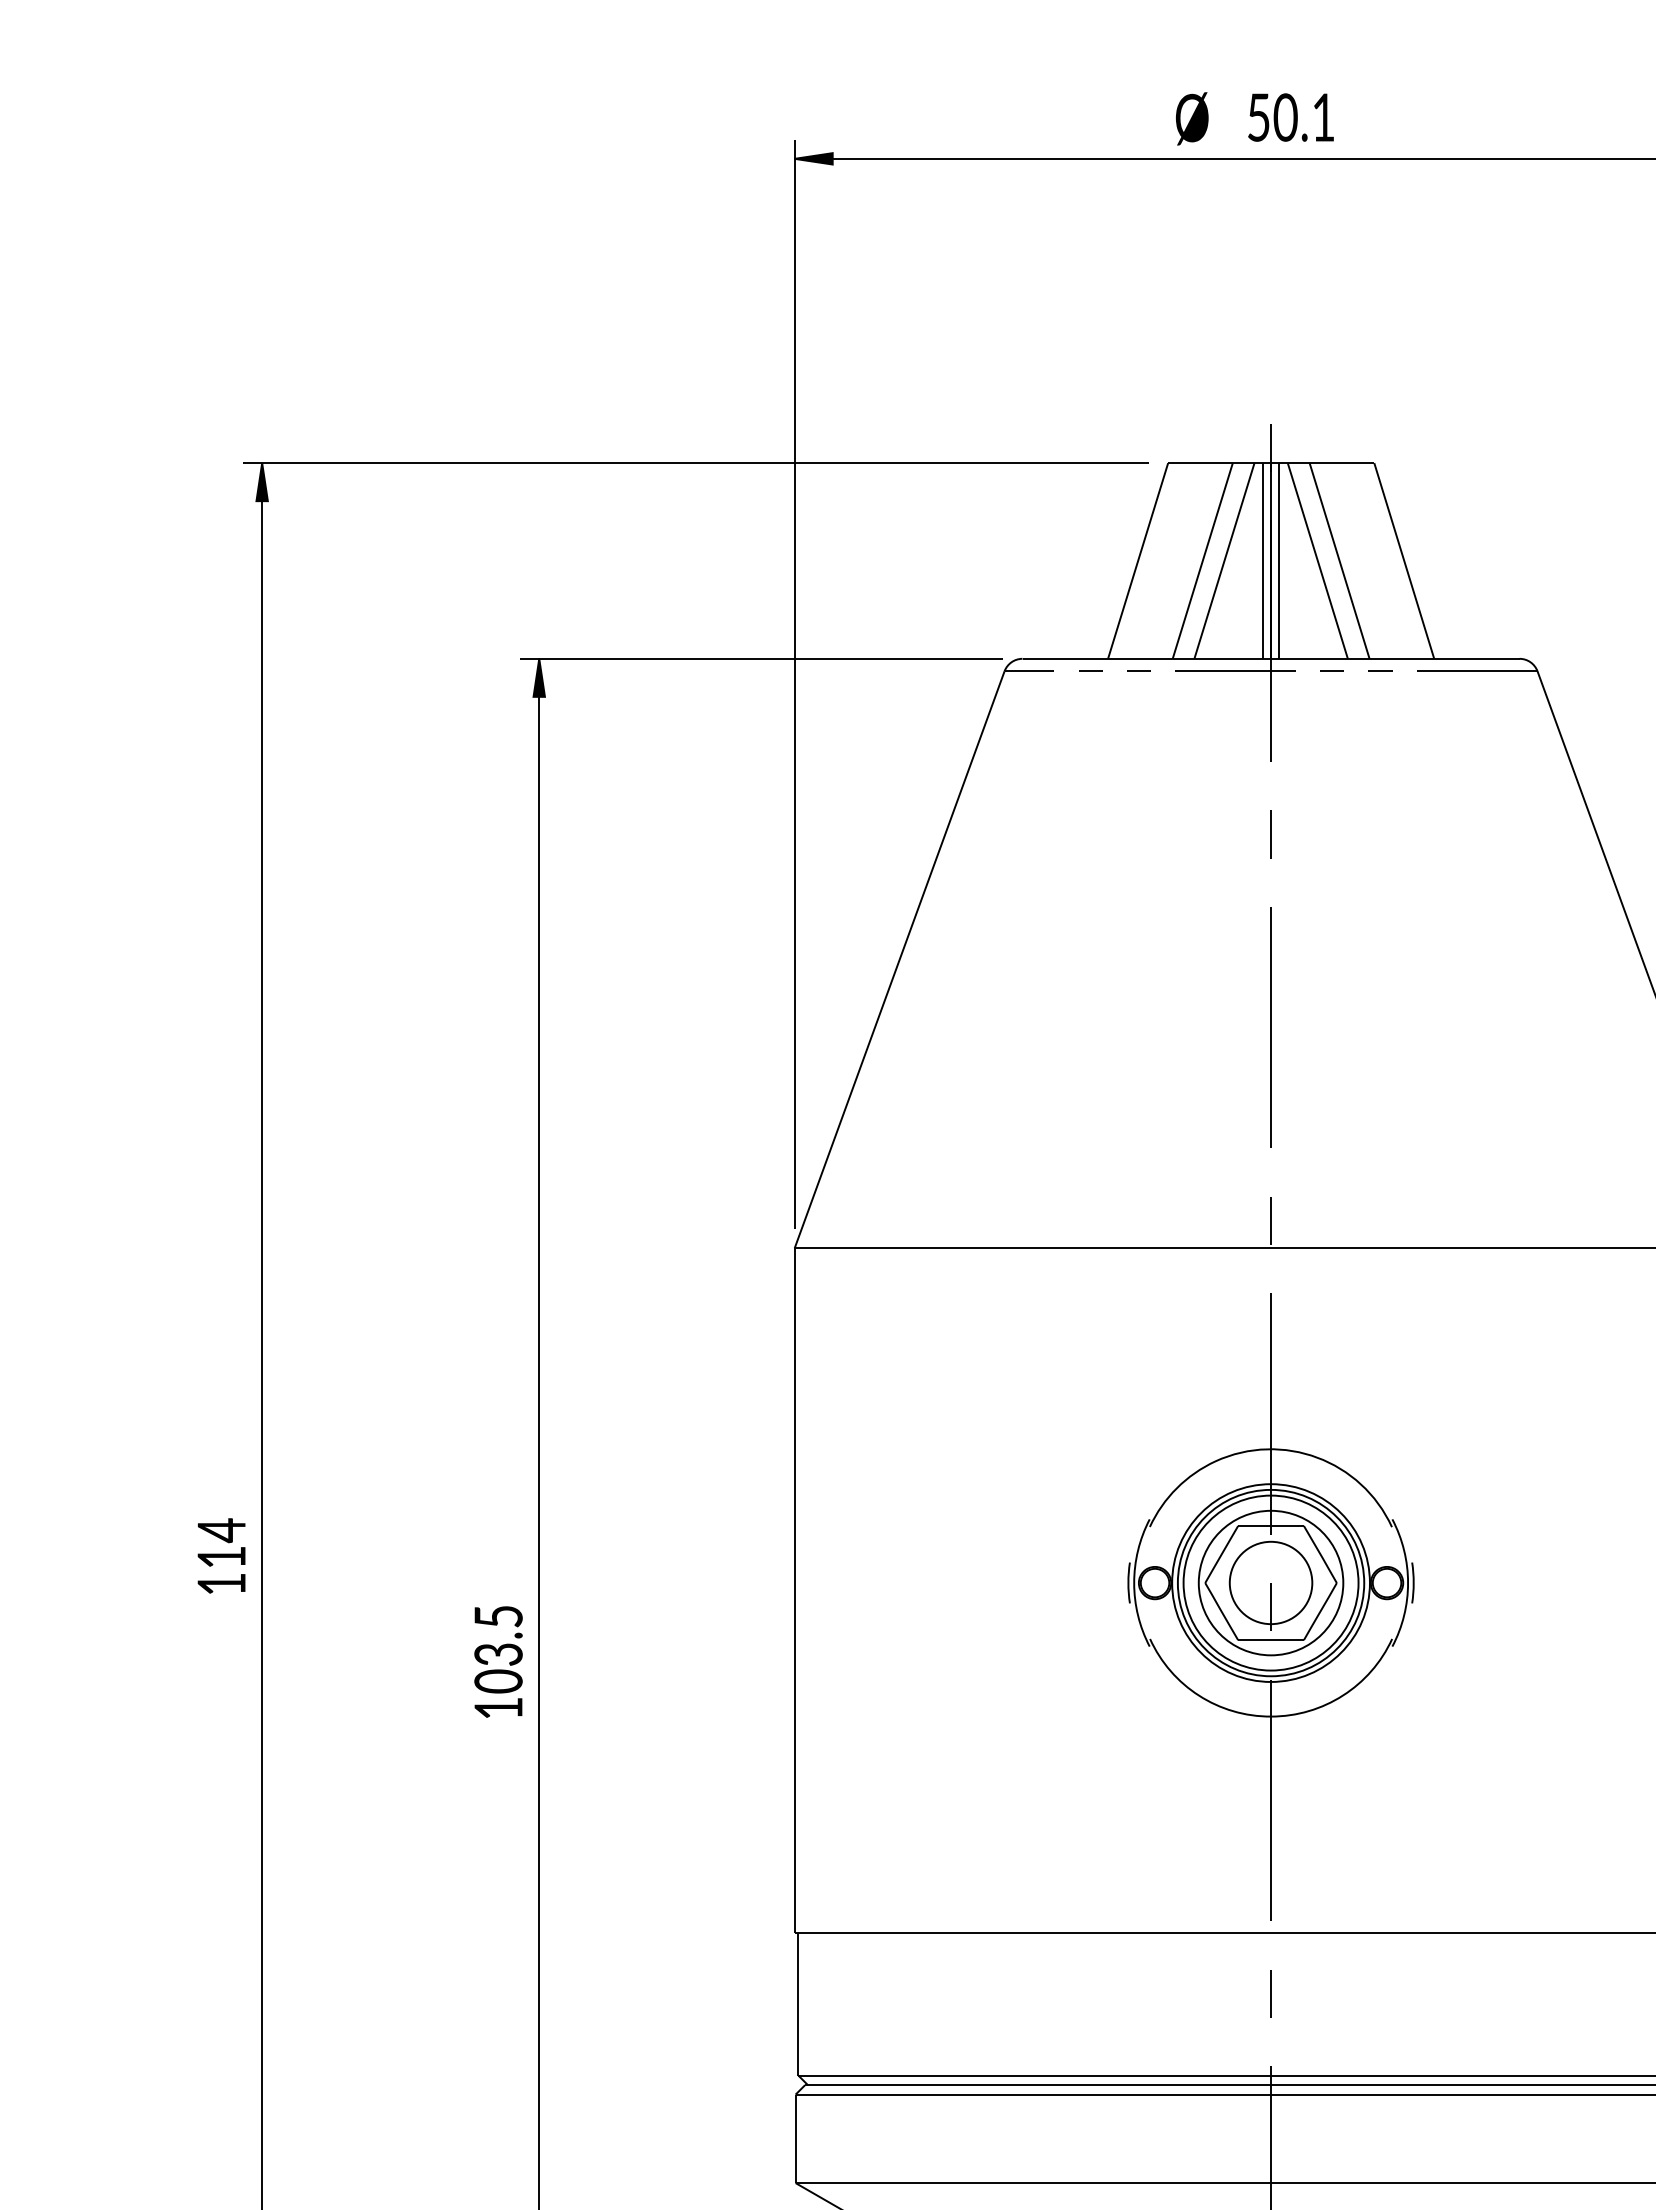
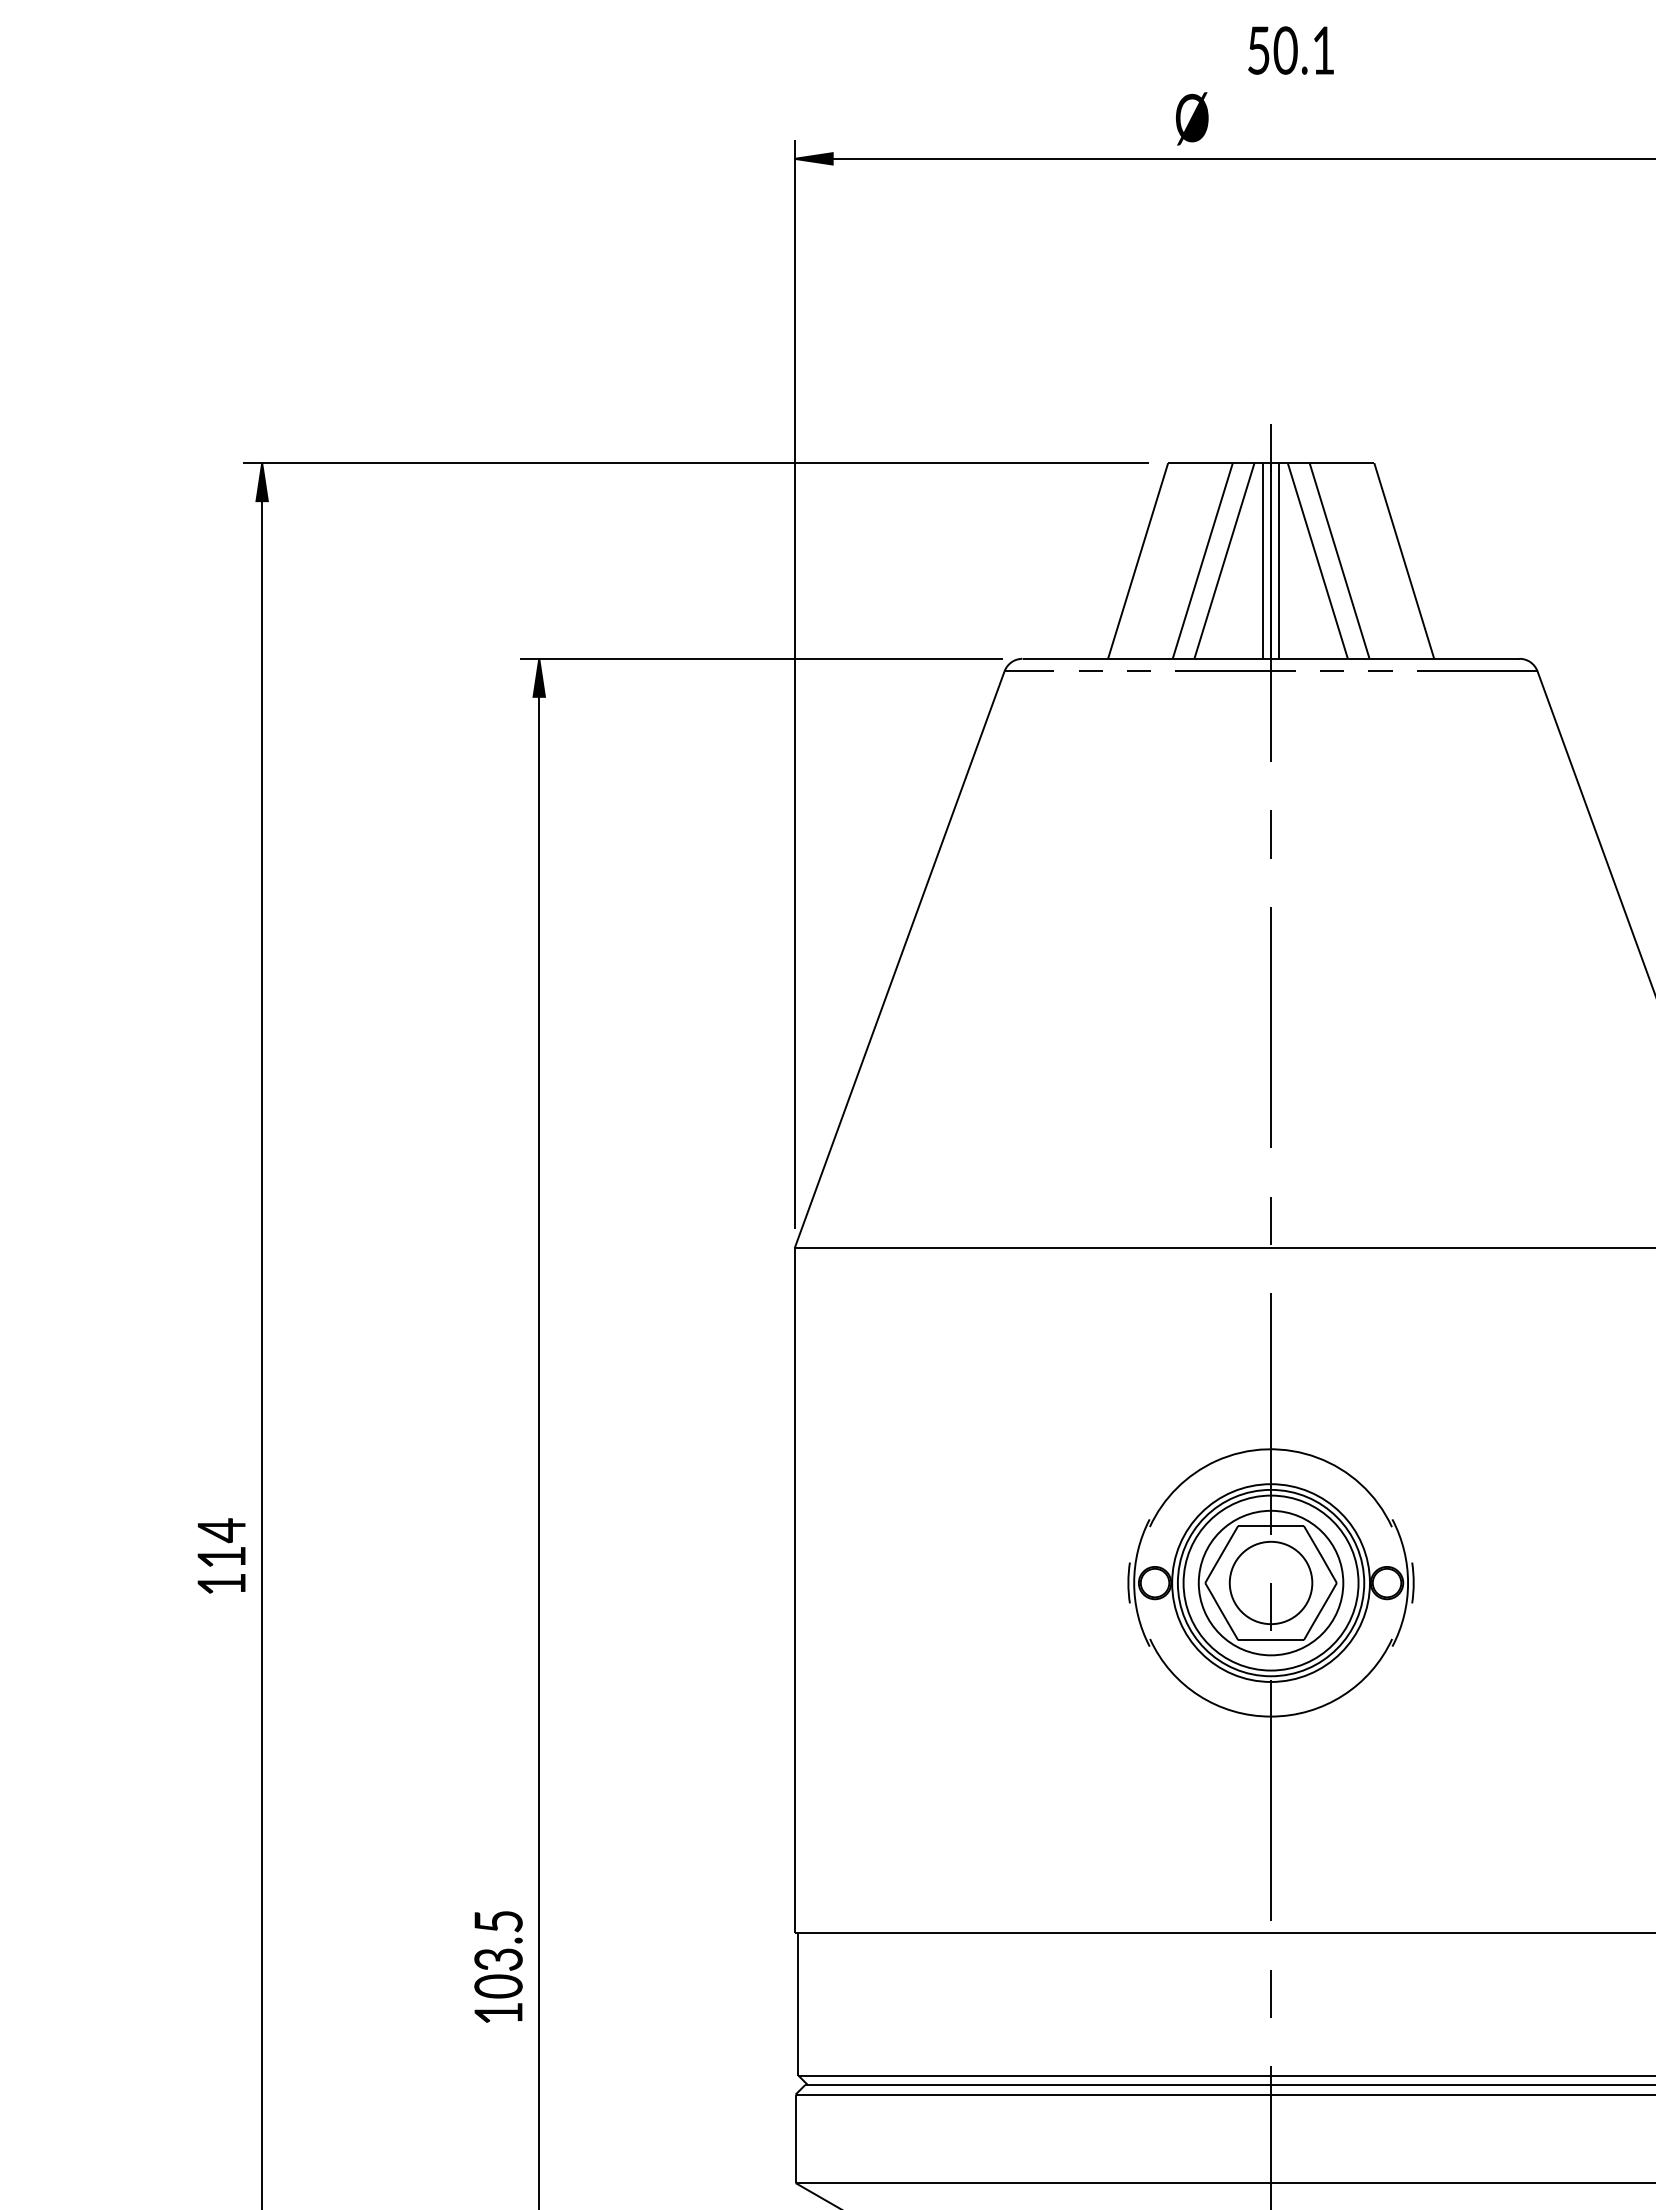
text at (1290, 117) position: (1290, 117) -> (1290, 50)
text at (498, 1661) position: (498, 1661) -> (498, 1966)
